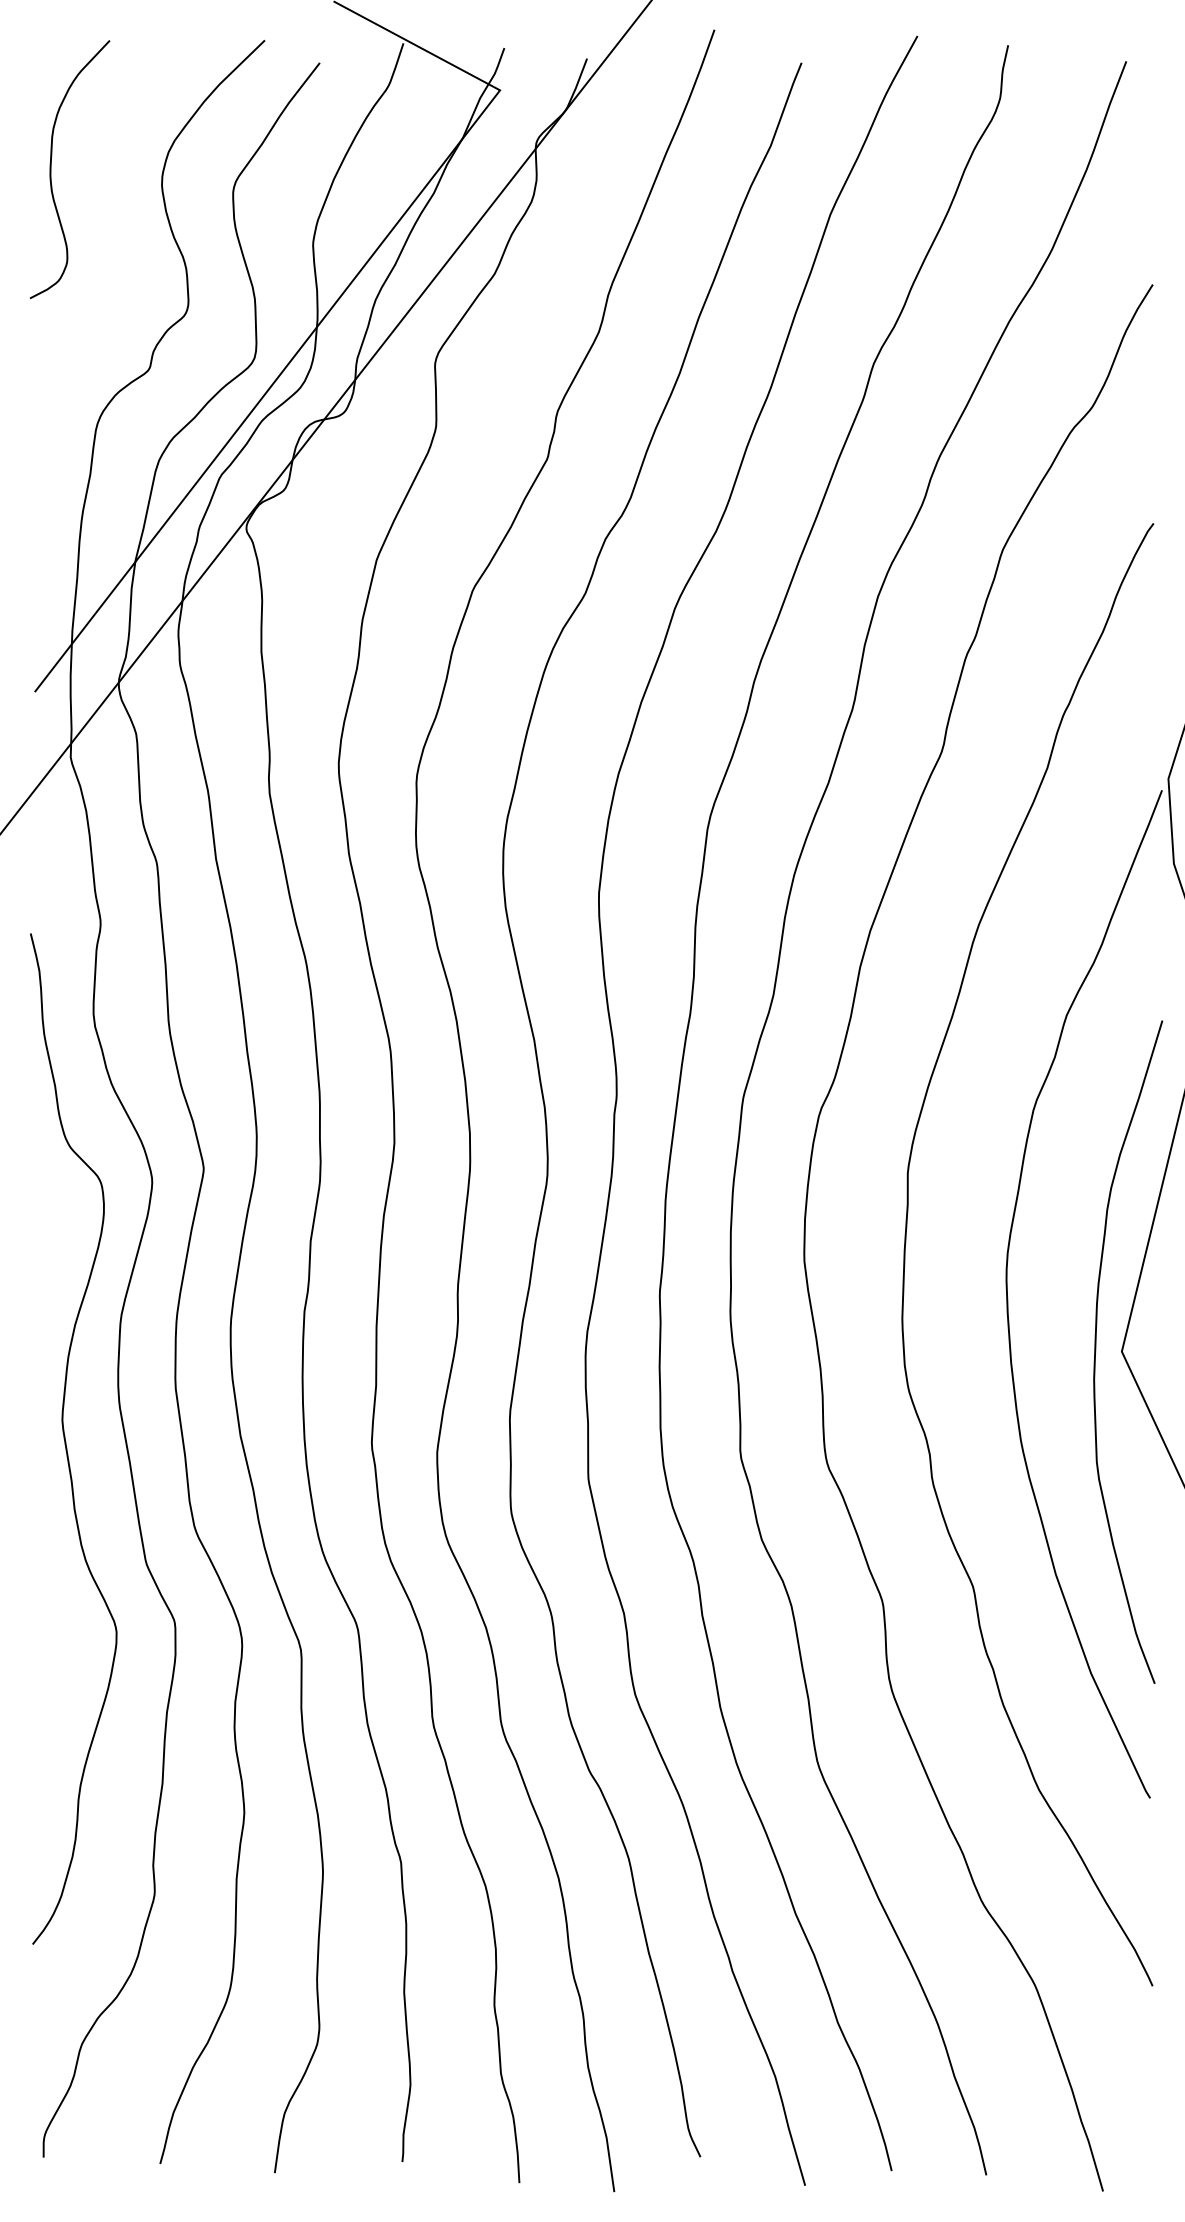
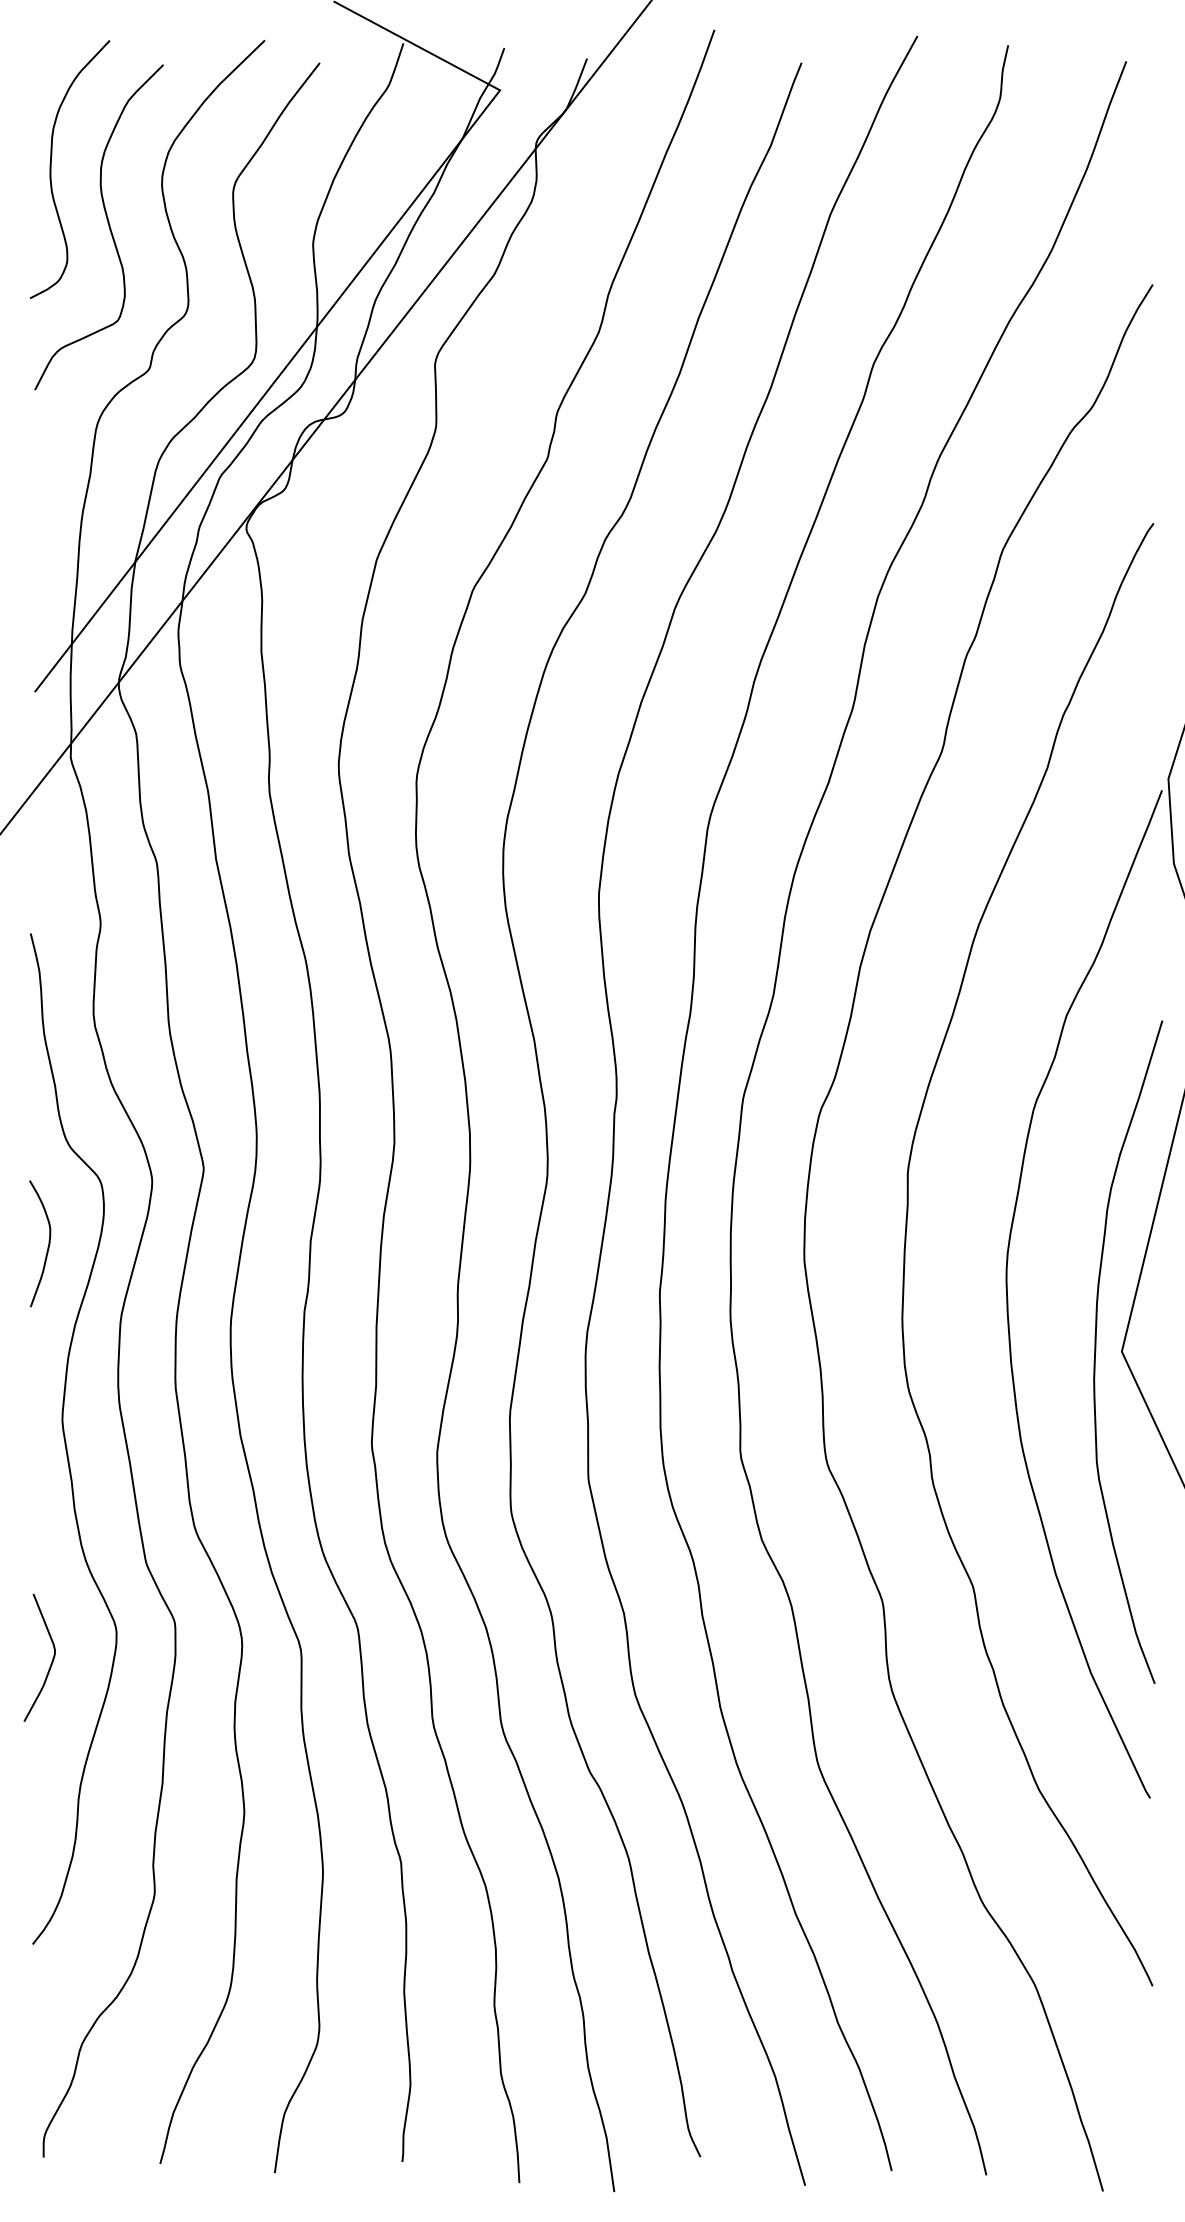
curve at (107, 223): none -> present
curve at (47, 1246): none -> present
curve at (51, 1661): none -> present
